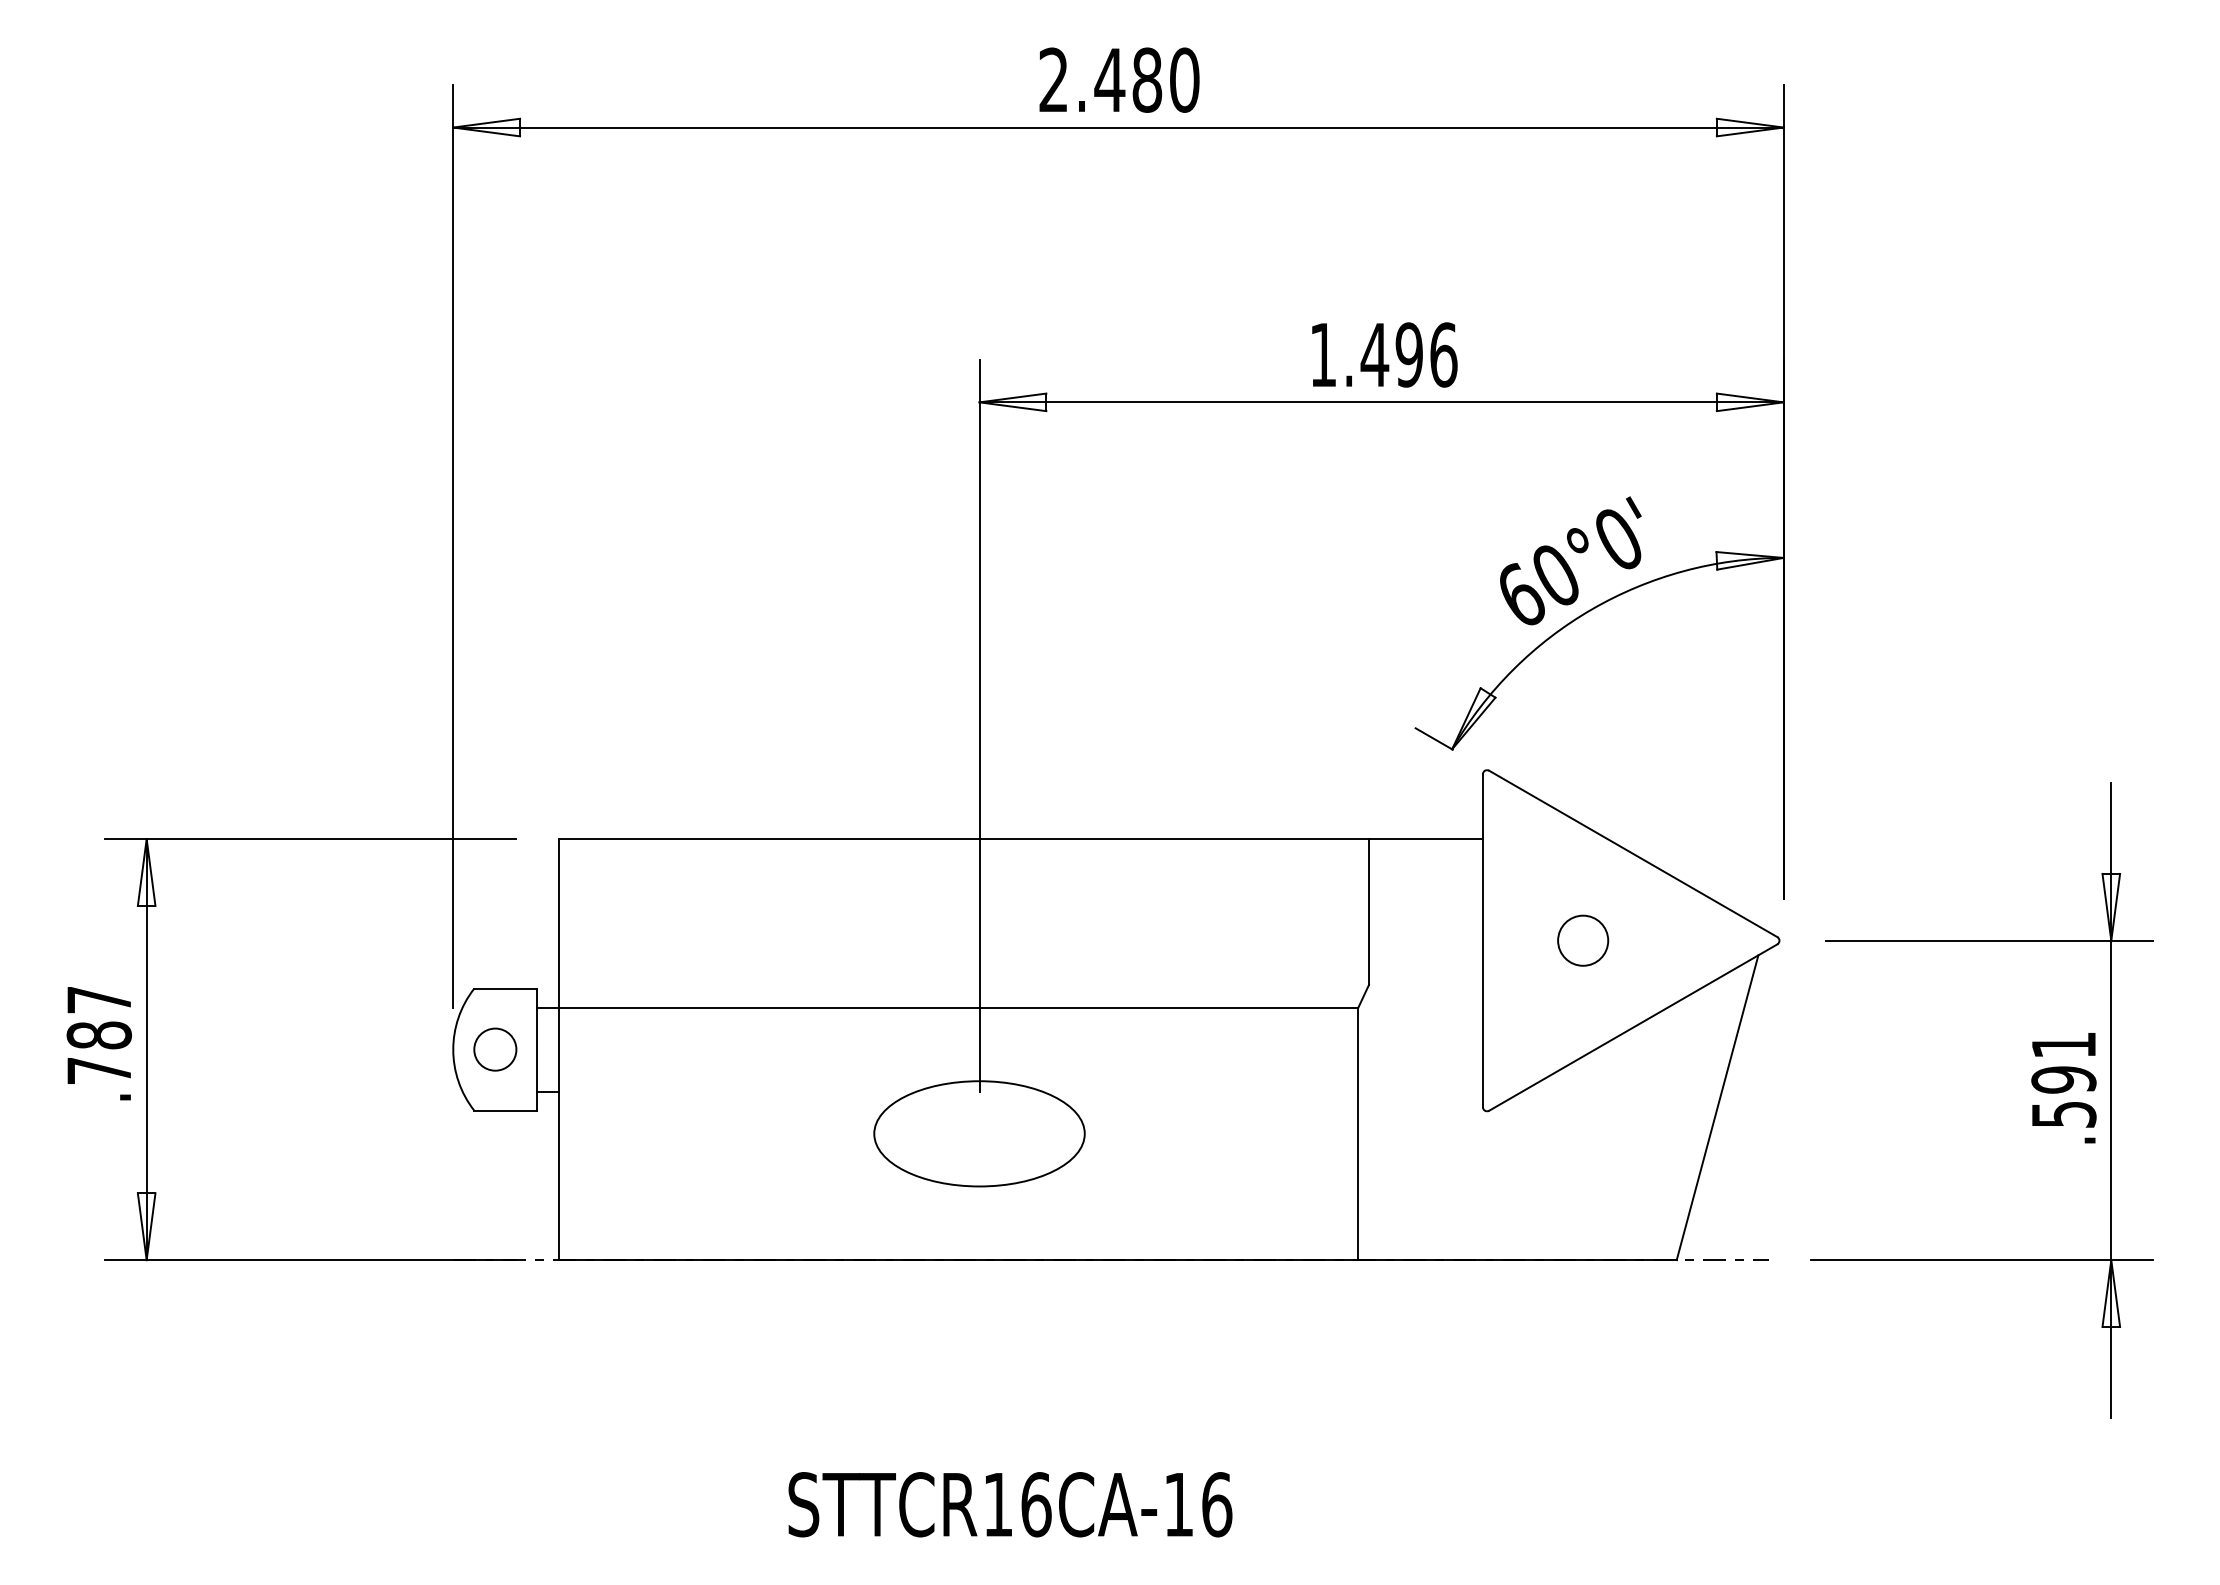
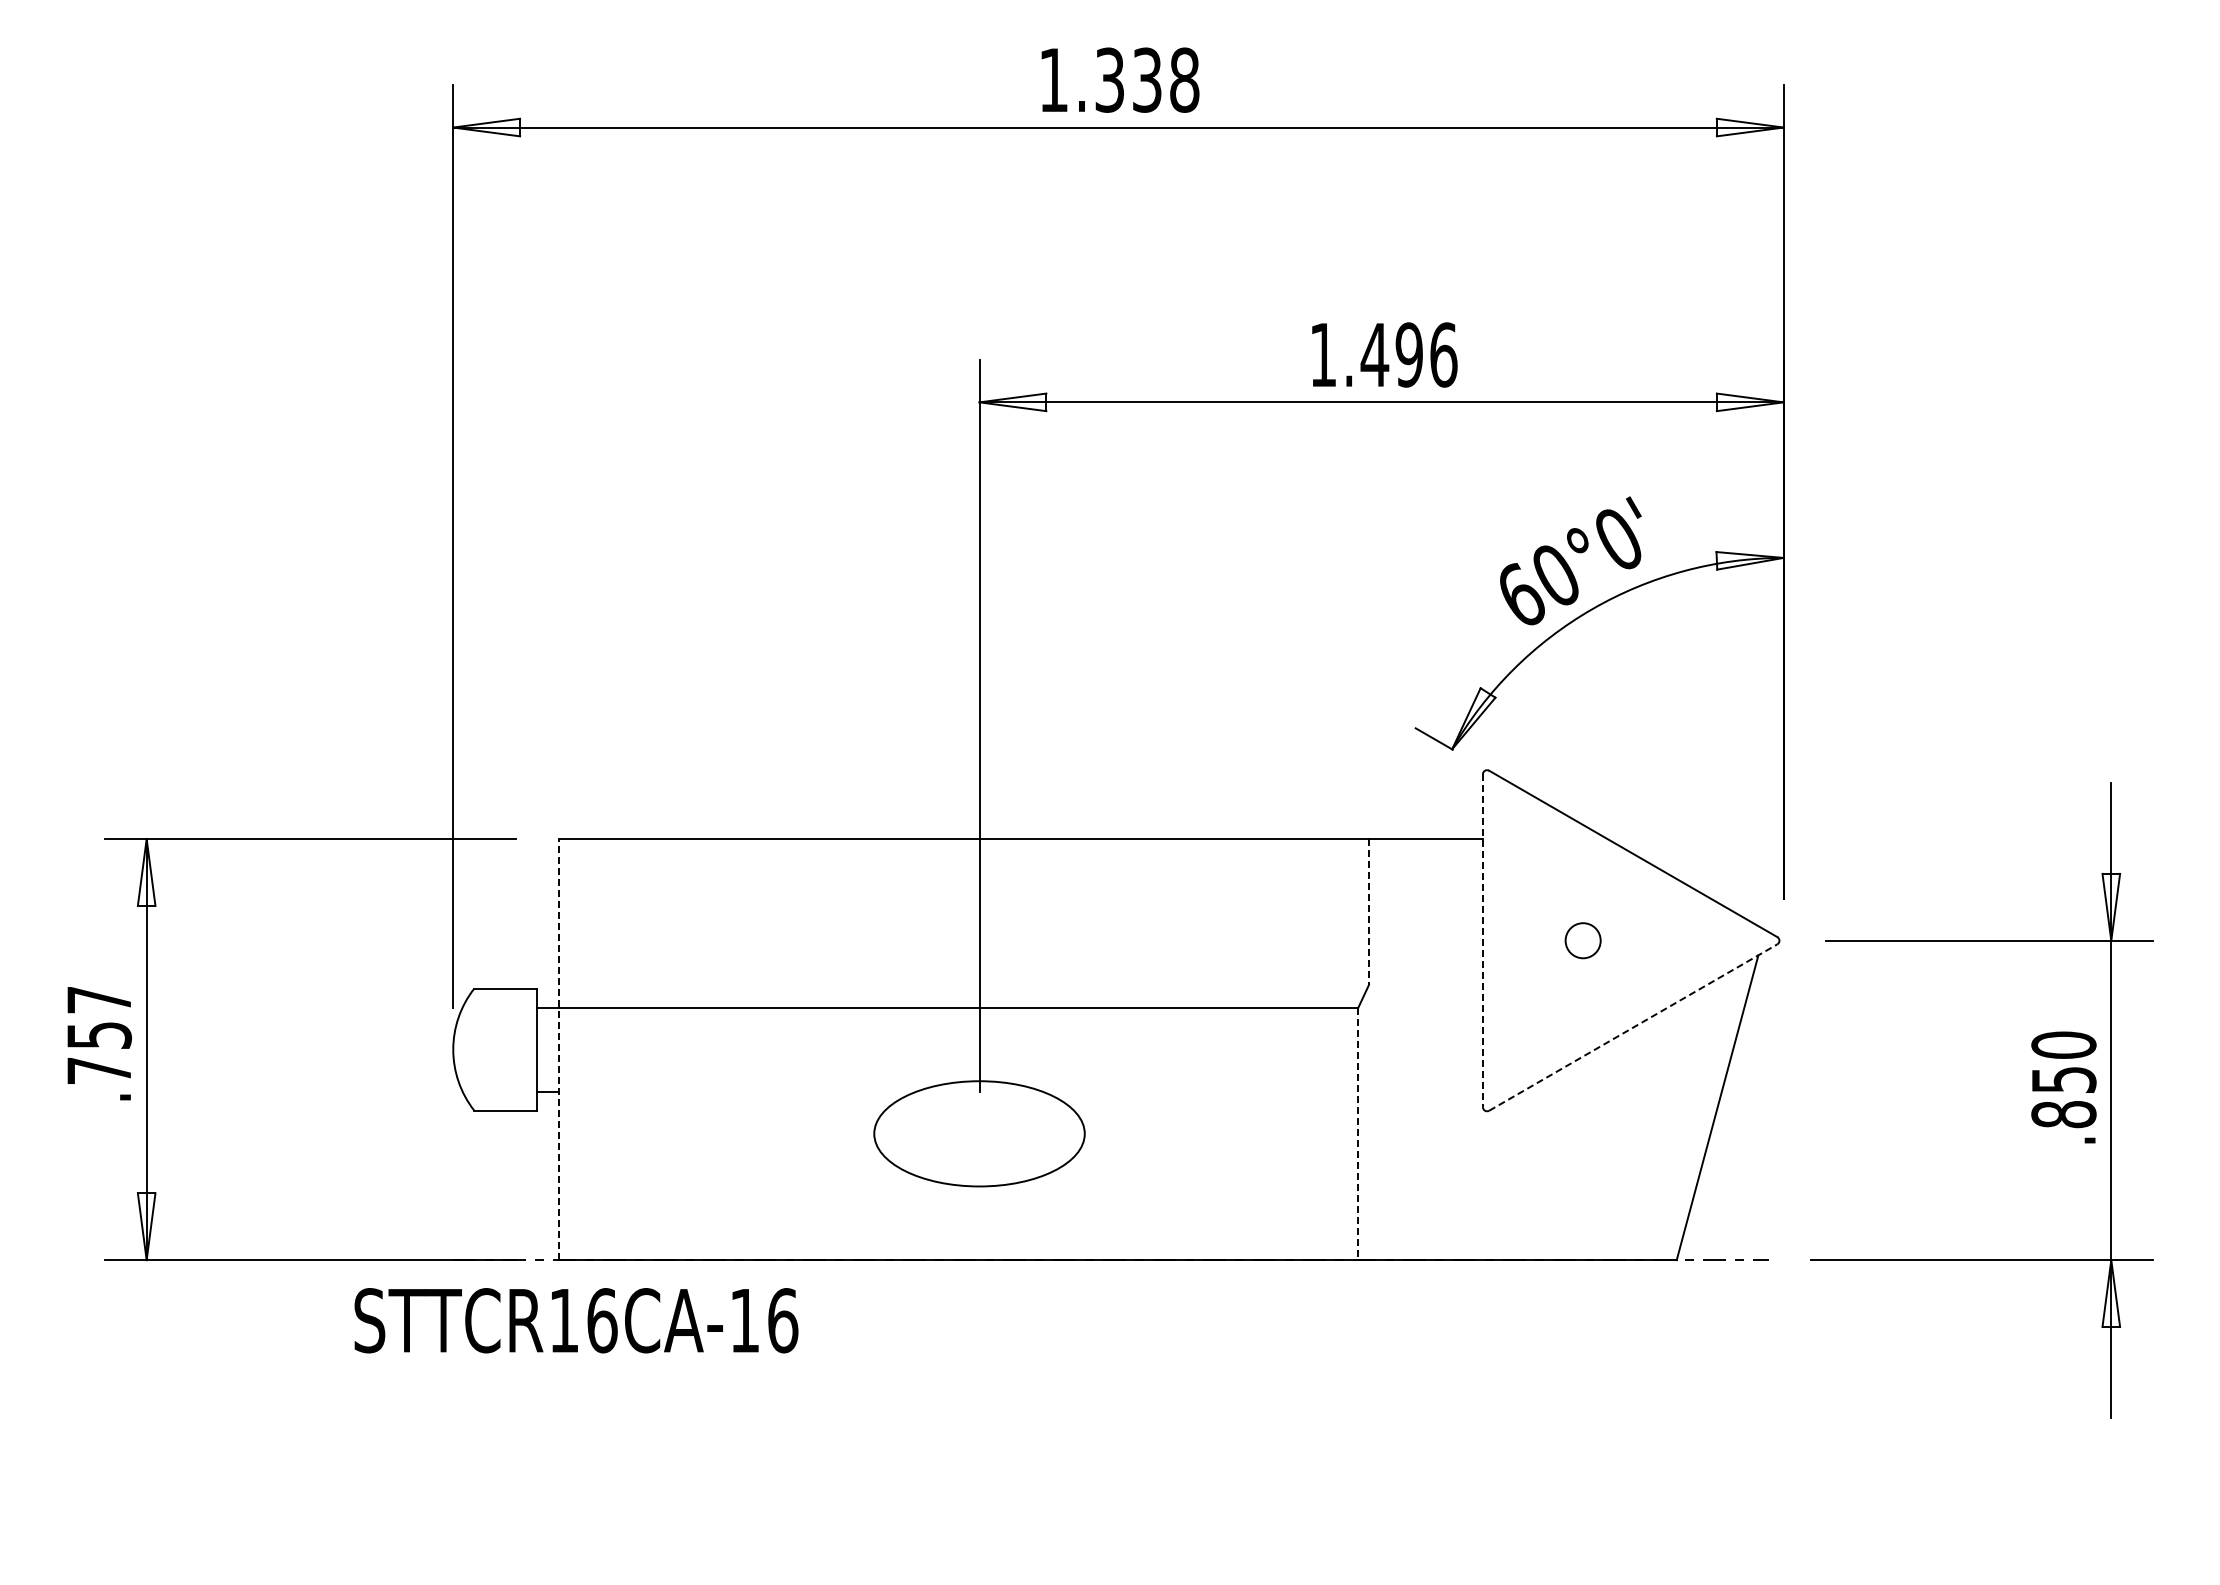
text at (1119, 79): 2.480 -> 1.338
line at (1368, 912): solid -> dashed
circle at (1583, 940) diameter: 50 px -> 35 px
line at (1482, 941): solid -> dashed
line at (1633, 1027): solid -> dashed
text at (99, 1035): .787 -> .757
circle at (495, 1049): present -> none
line at (558, 1049): solid -> dashed
text at (2063, 1079): .591 -> .850
line at (1358, 1134): solid -> dashed
text at (1010, 1504) position: (1010, 1504) -> (576, 1320)
